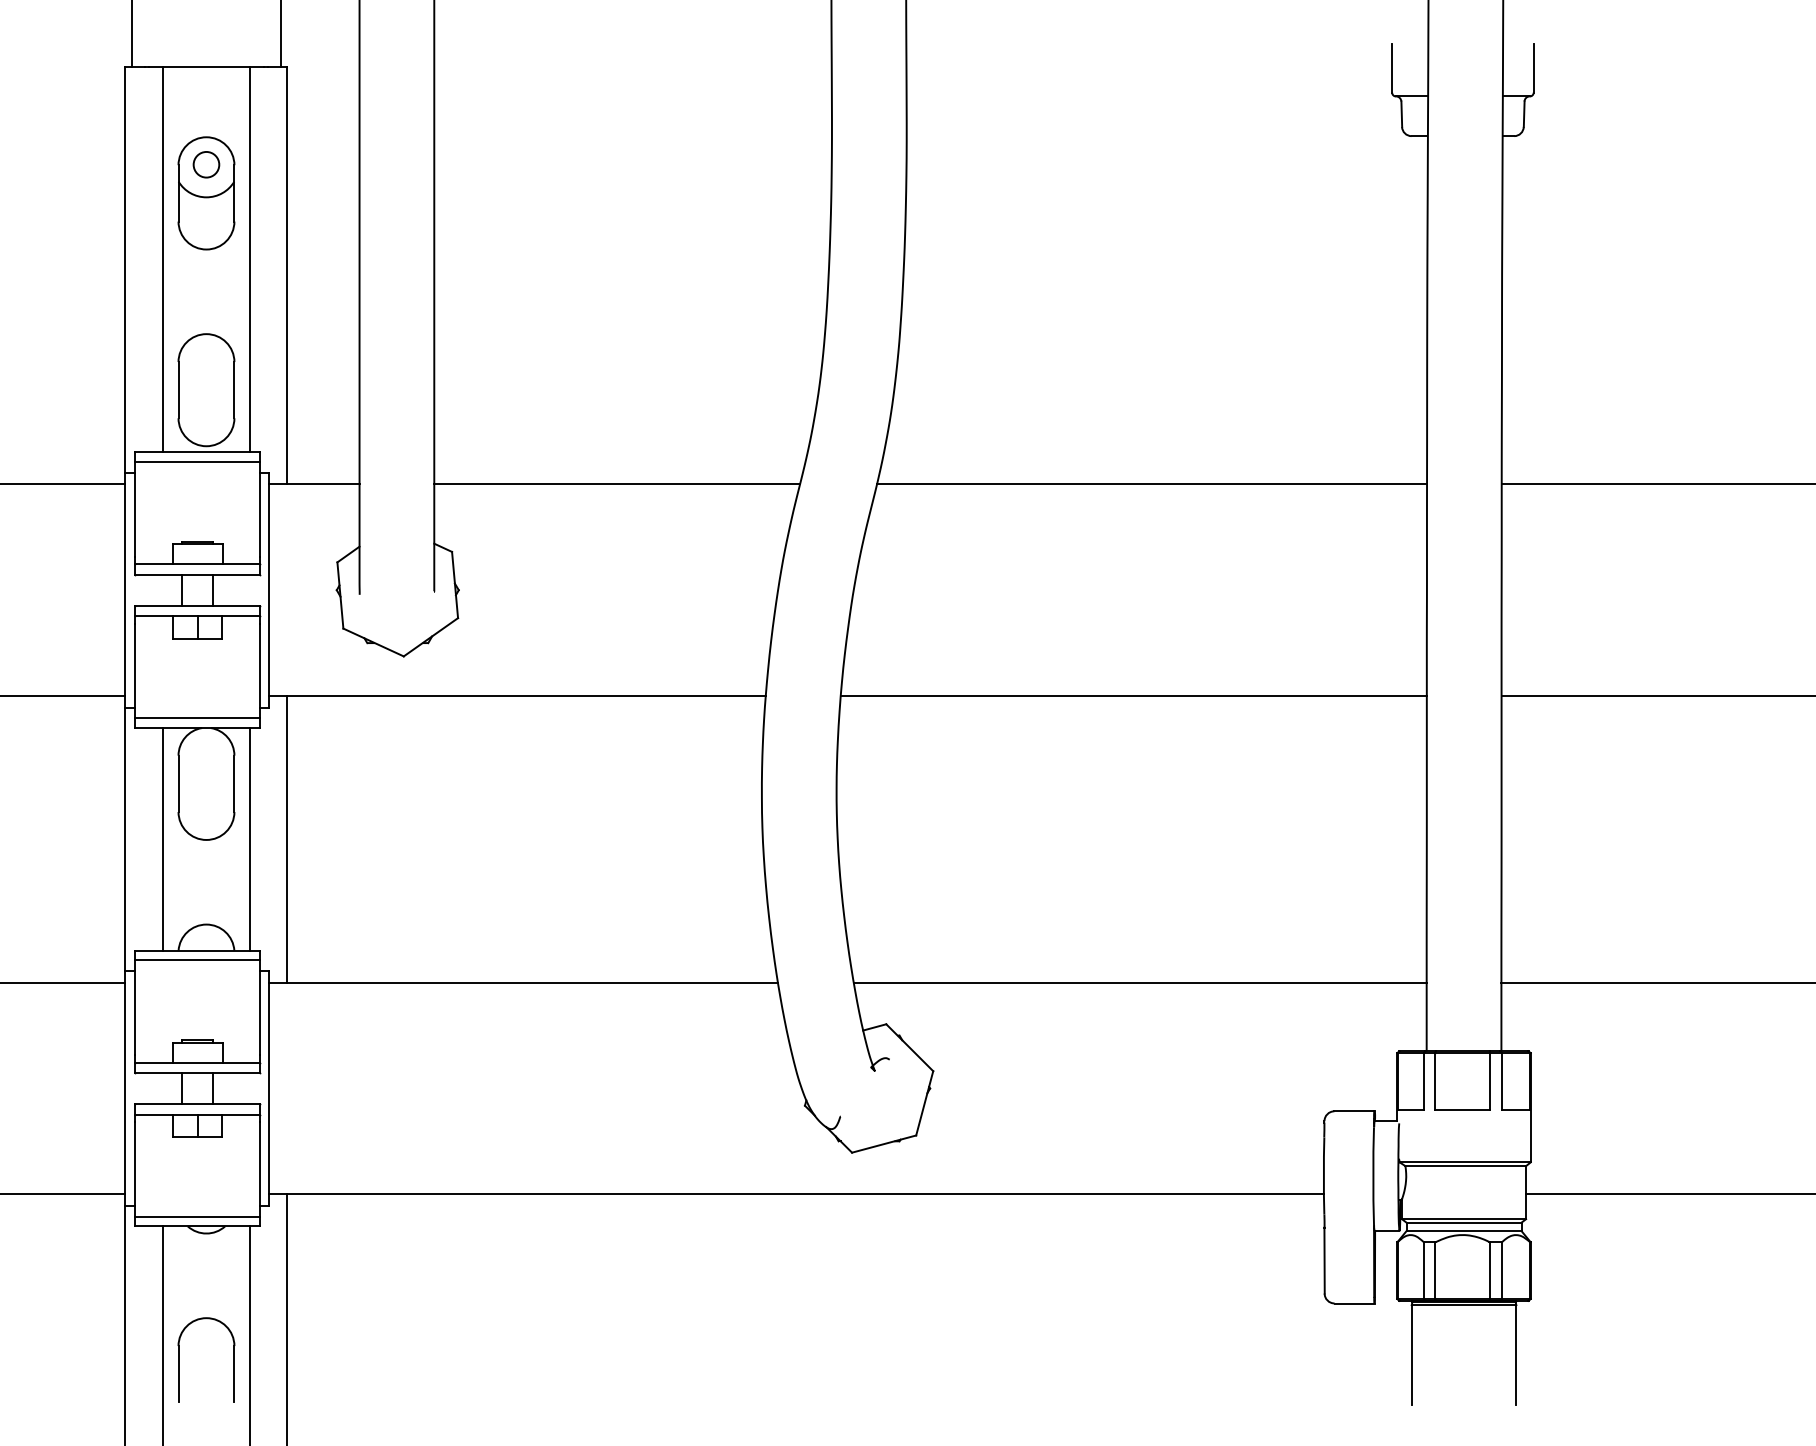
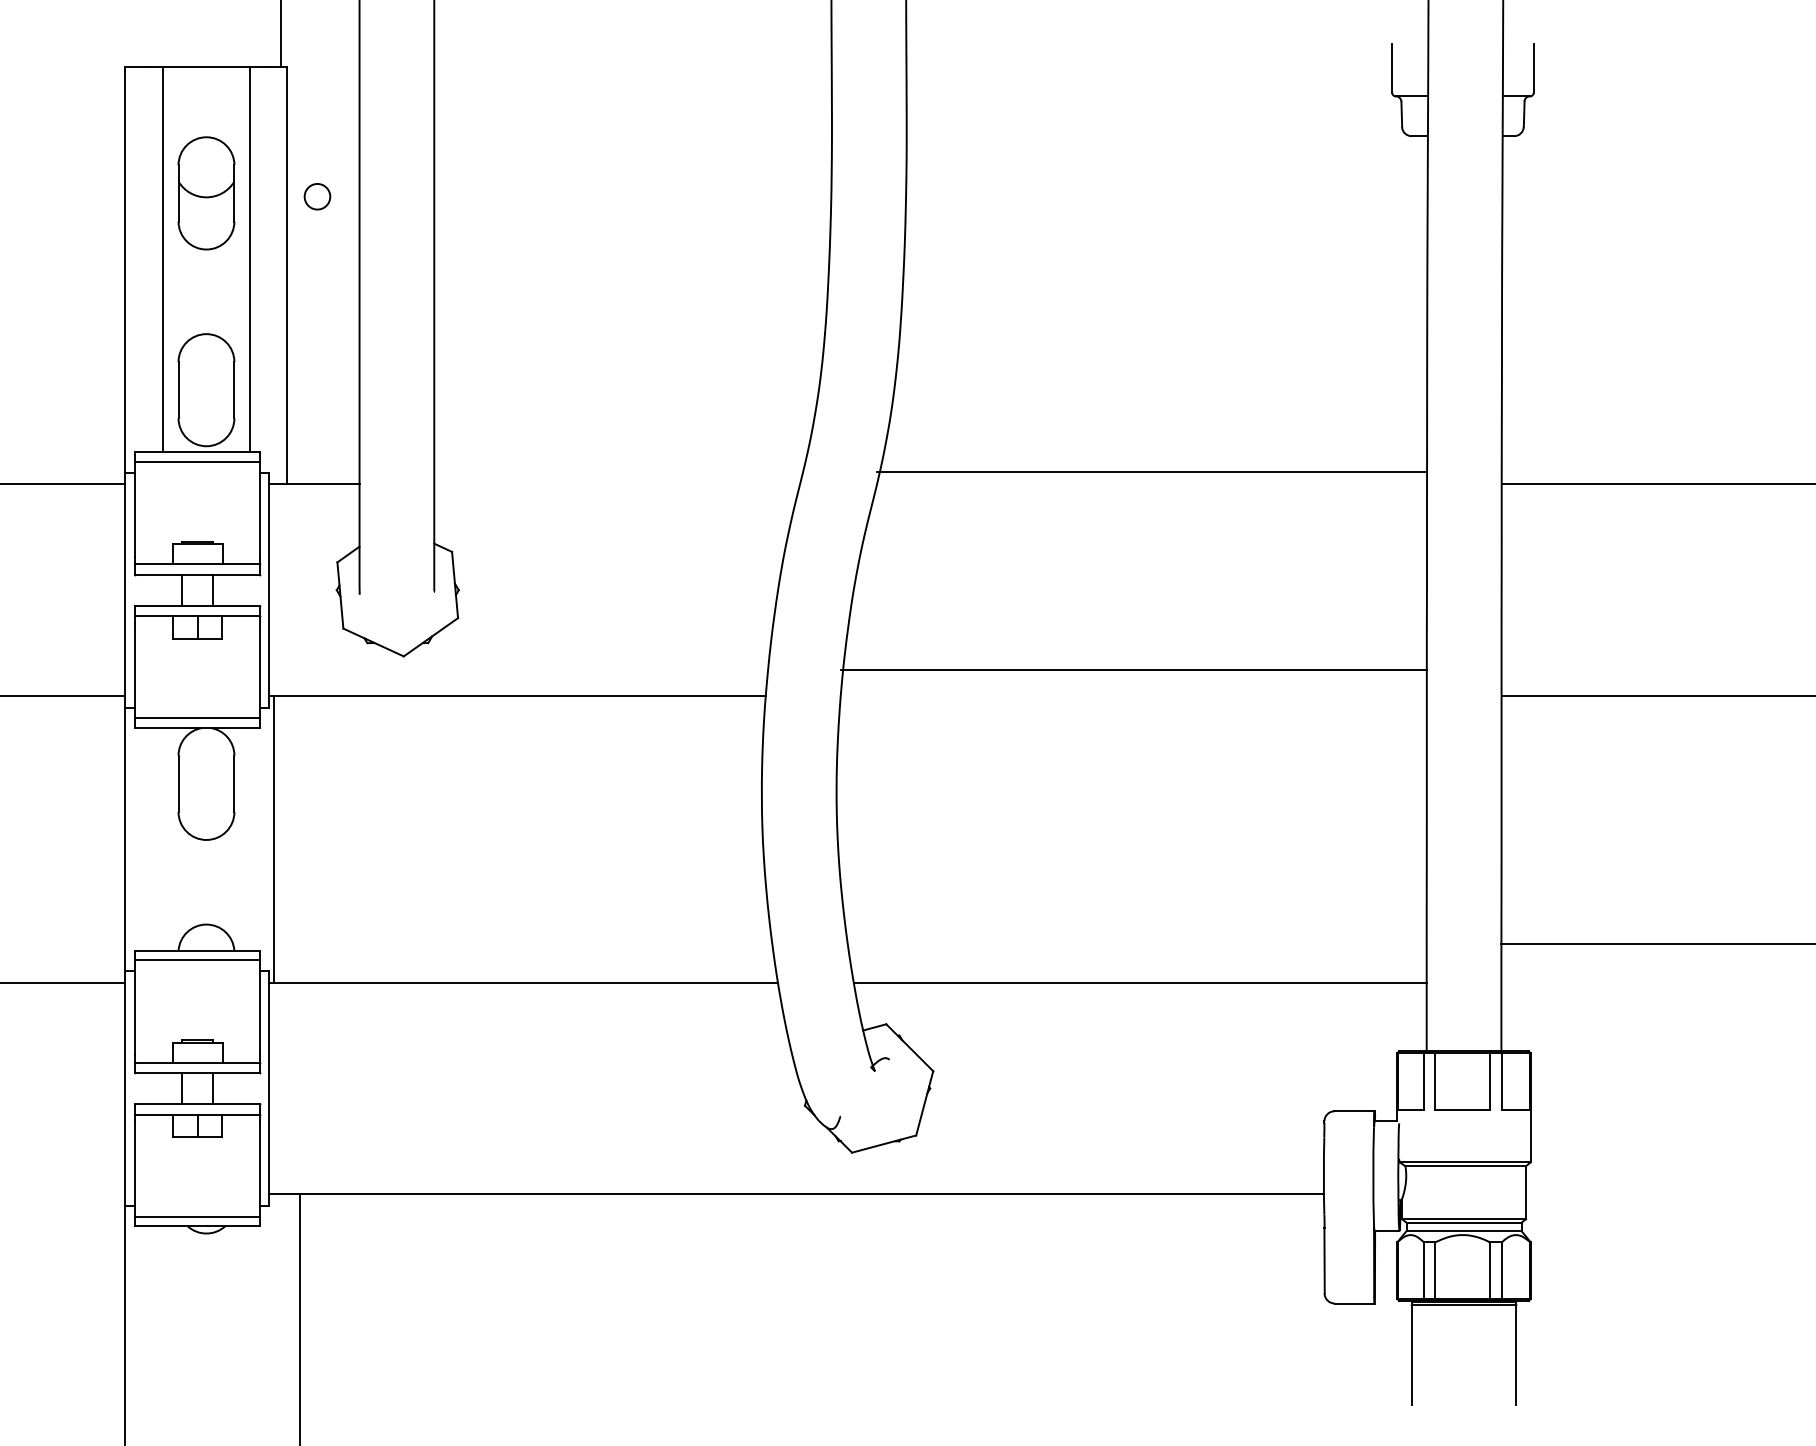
line at (131, 34): present -> none
circle at (206, 164) position: (206, 164) -> (317, 196)
line at (617, 484): present -> none
line at (1151, 484) position: (1151, 484) -> (1151, 472)
line at (1133, 696) position: (1133, 696) -> (1133, 670)
line at (162, 839): present -> none
line at (249, 839): present -> none
line at (287, 839) position: (287, 839) -> (274, 839)
line at (1656, 982) position: (1656, 982) -> (1656, 943)
line at (63, 1194): present -> none
line at (1669, 1194): present -> none
line at (287, 1318) position: (287, 1318) -> (300, 1318)
line at (162, 1334): present -> none
line at (249, 1334): present -> none
part at (179, 1359): present -> none
